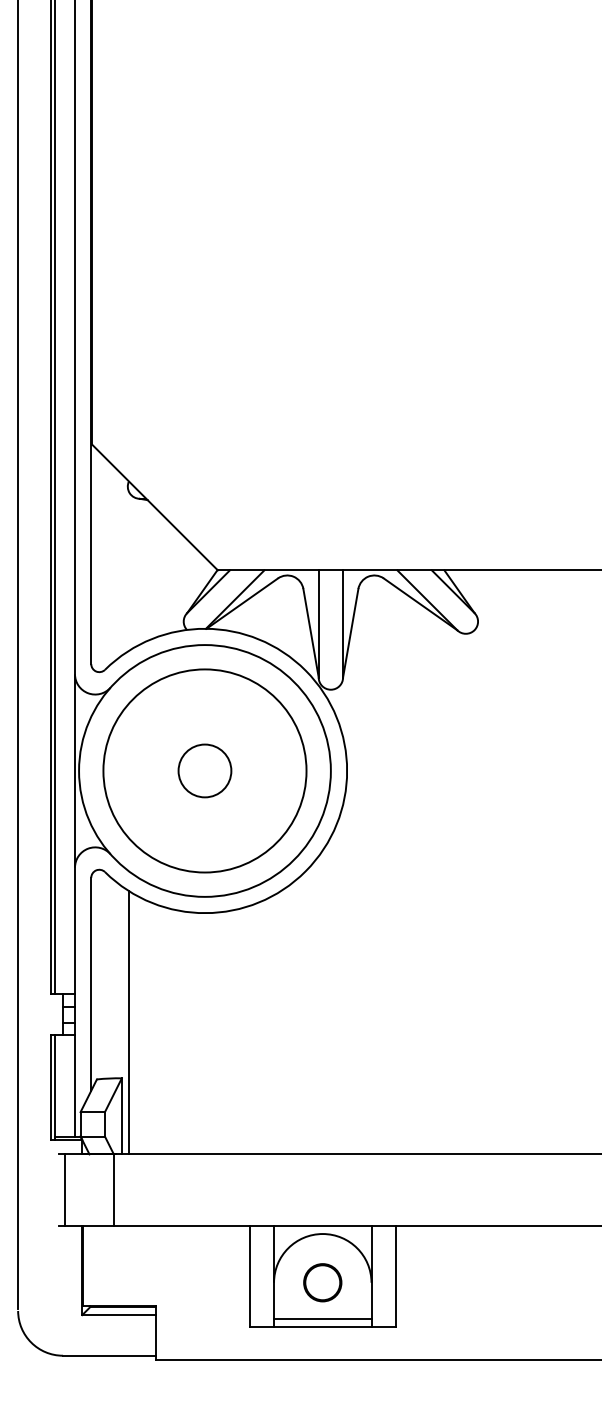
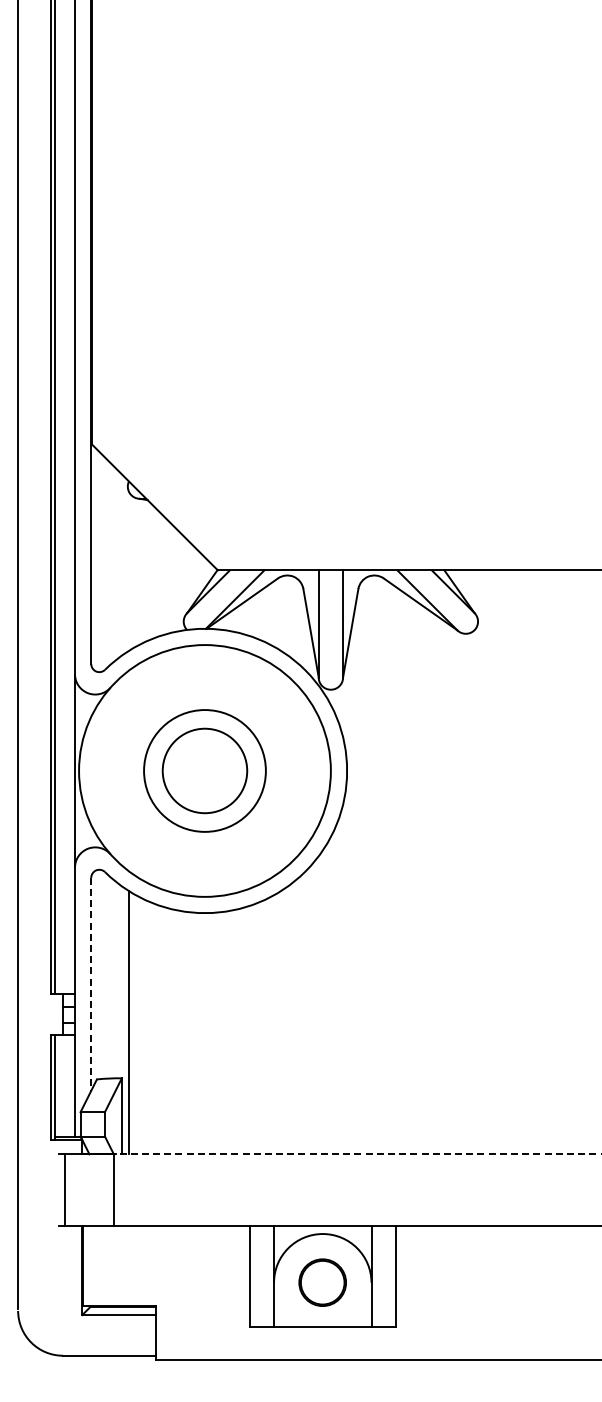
circle at (204, 770) diameter: 203 px -> 122 px
circle at (204, 770) diameter: 53 px -> 84 px
line at (91, 984): solid -> dashed
line at (357, 1154): solid -> dashed
circle at (322, 1282) size: 40x40 px -> 49x49 px
line at (322, 1319): present -> none
